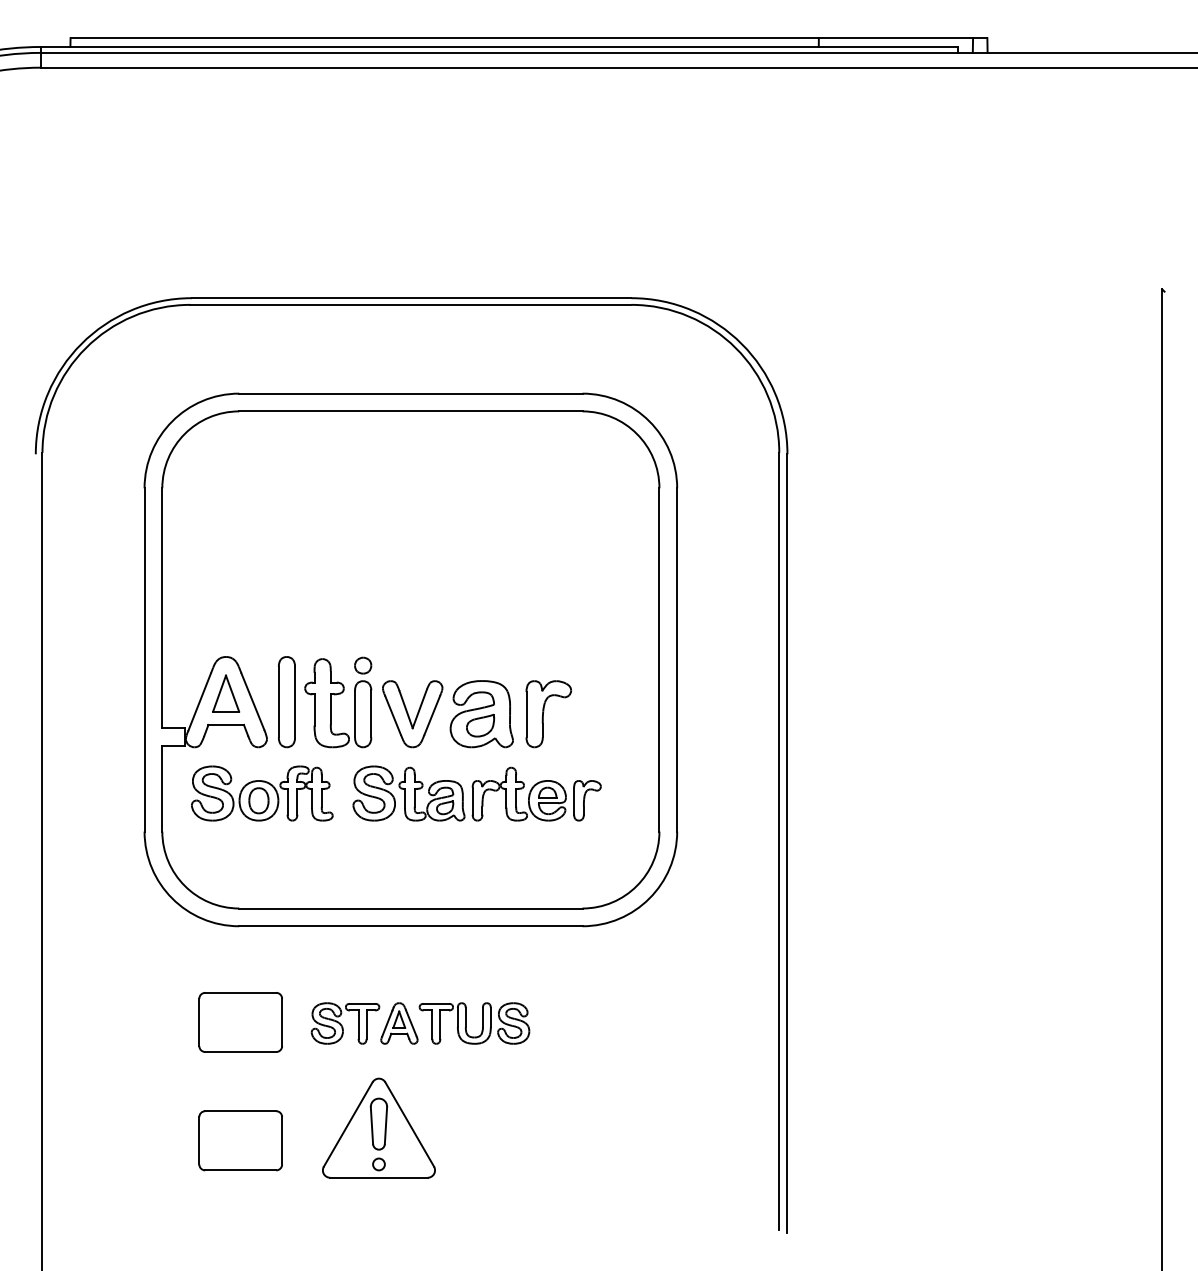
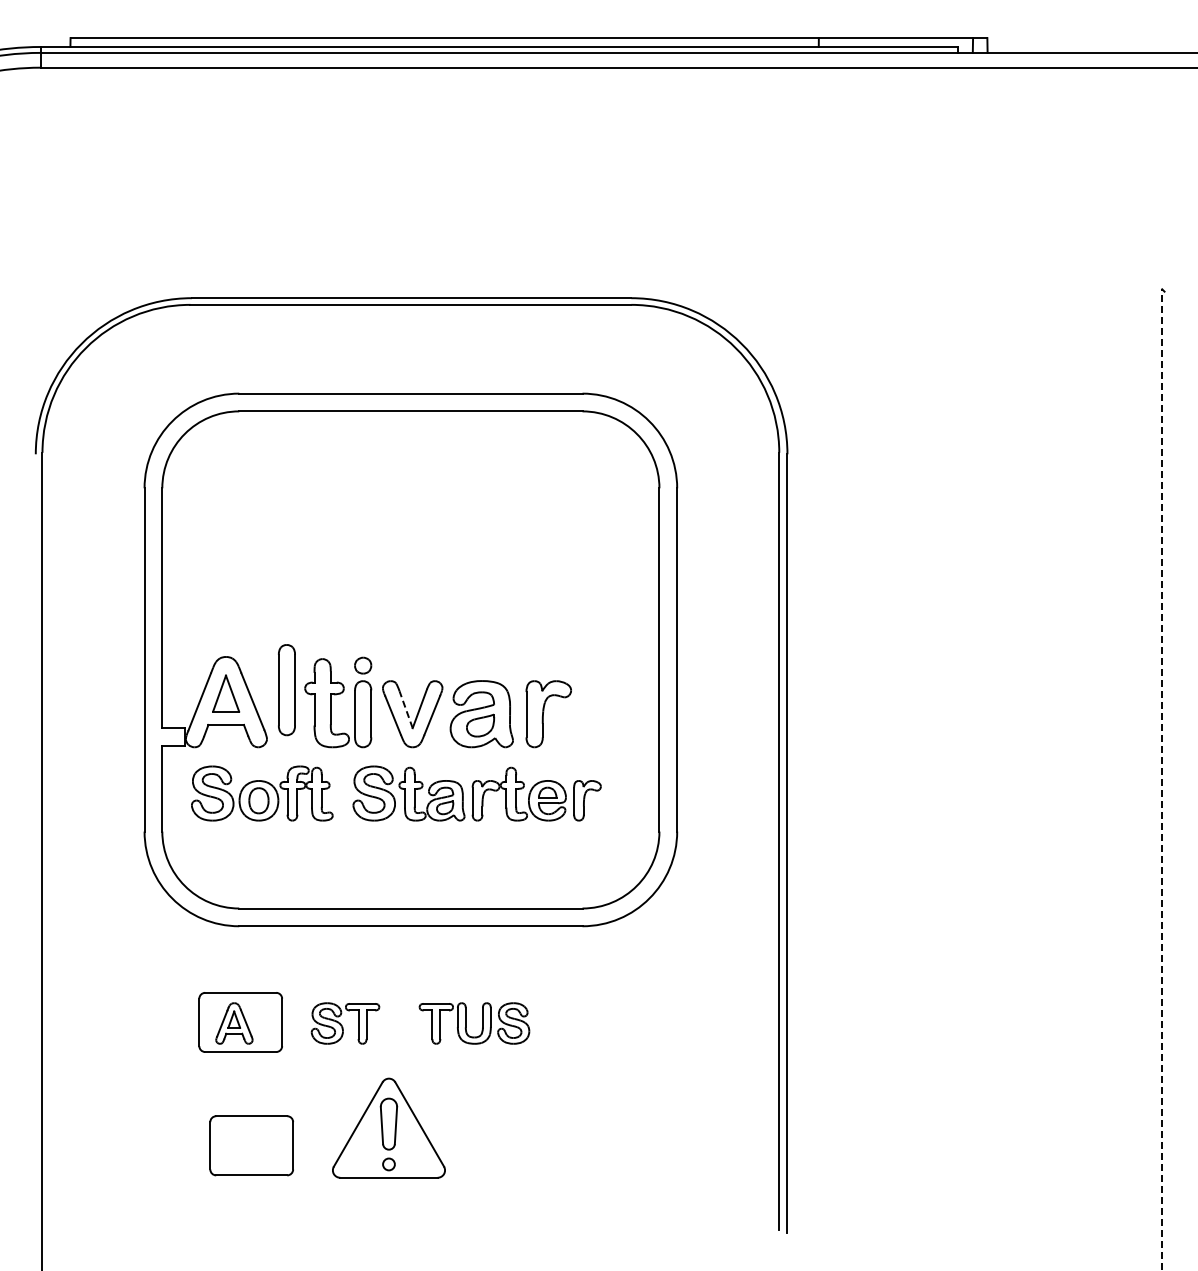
part at (286, 702) position: (286, 702) -> (286, 690)
line at (406, 709): solid -> dashed
line at (1162, 779): solid -> dashed
part at (399, 1023) position: (399, 1023) -> (234, 1023)
part at (378, 1127) position: (378, 1127) -> (388, 1127)
part at (240, 1140) position: (240, 1140) -> (251, 1145)
